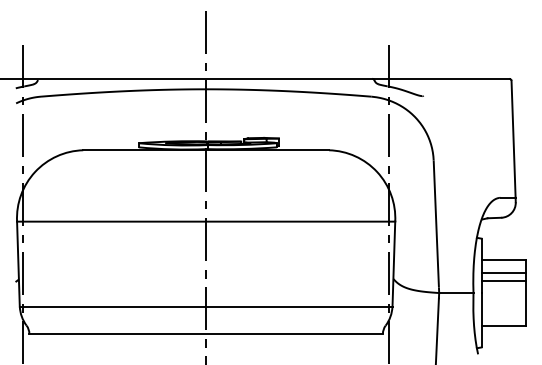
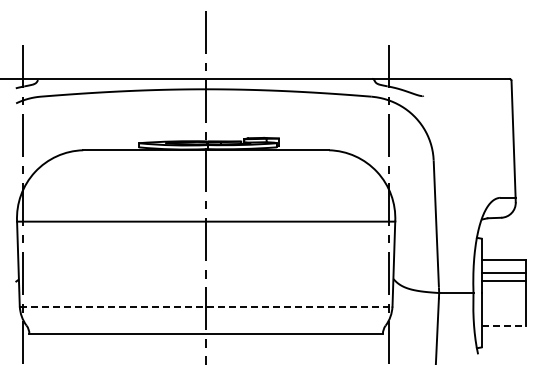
line at (206, 306): solid -> dashed
line at (504, 326): solid -> dashed
